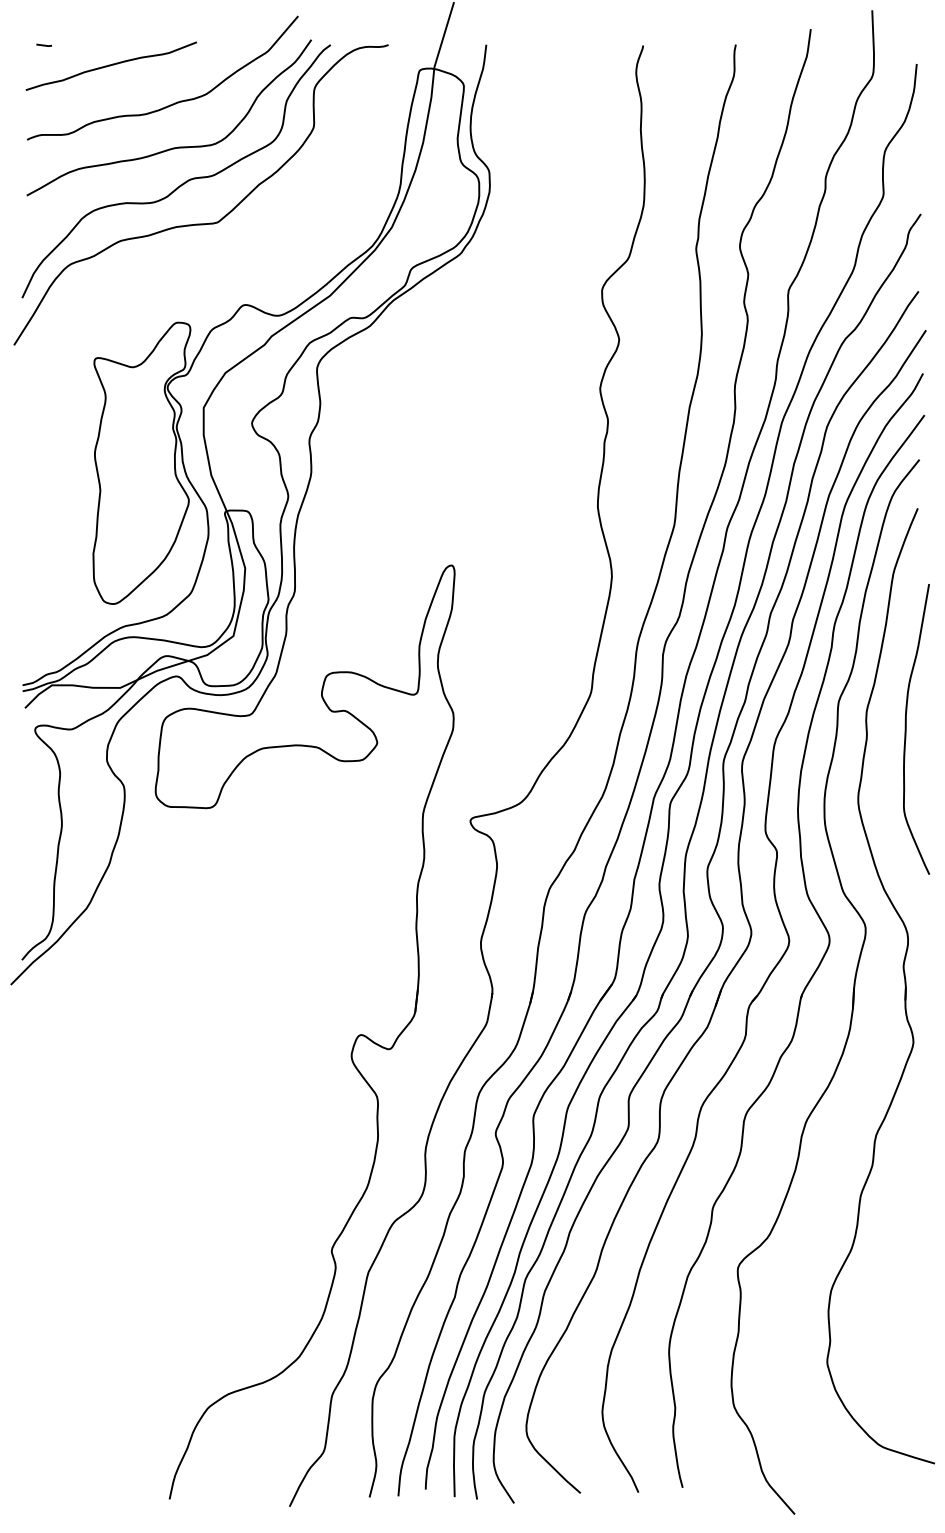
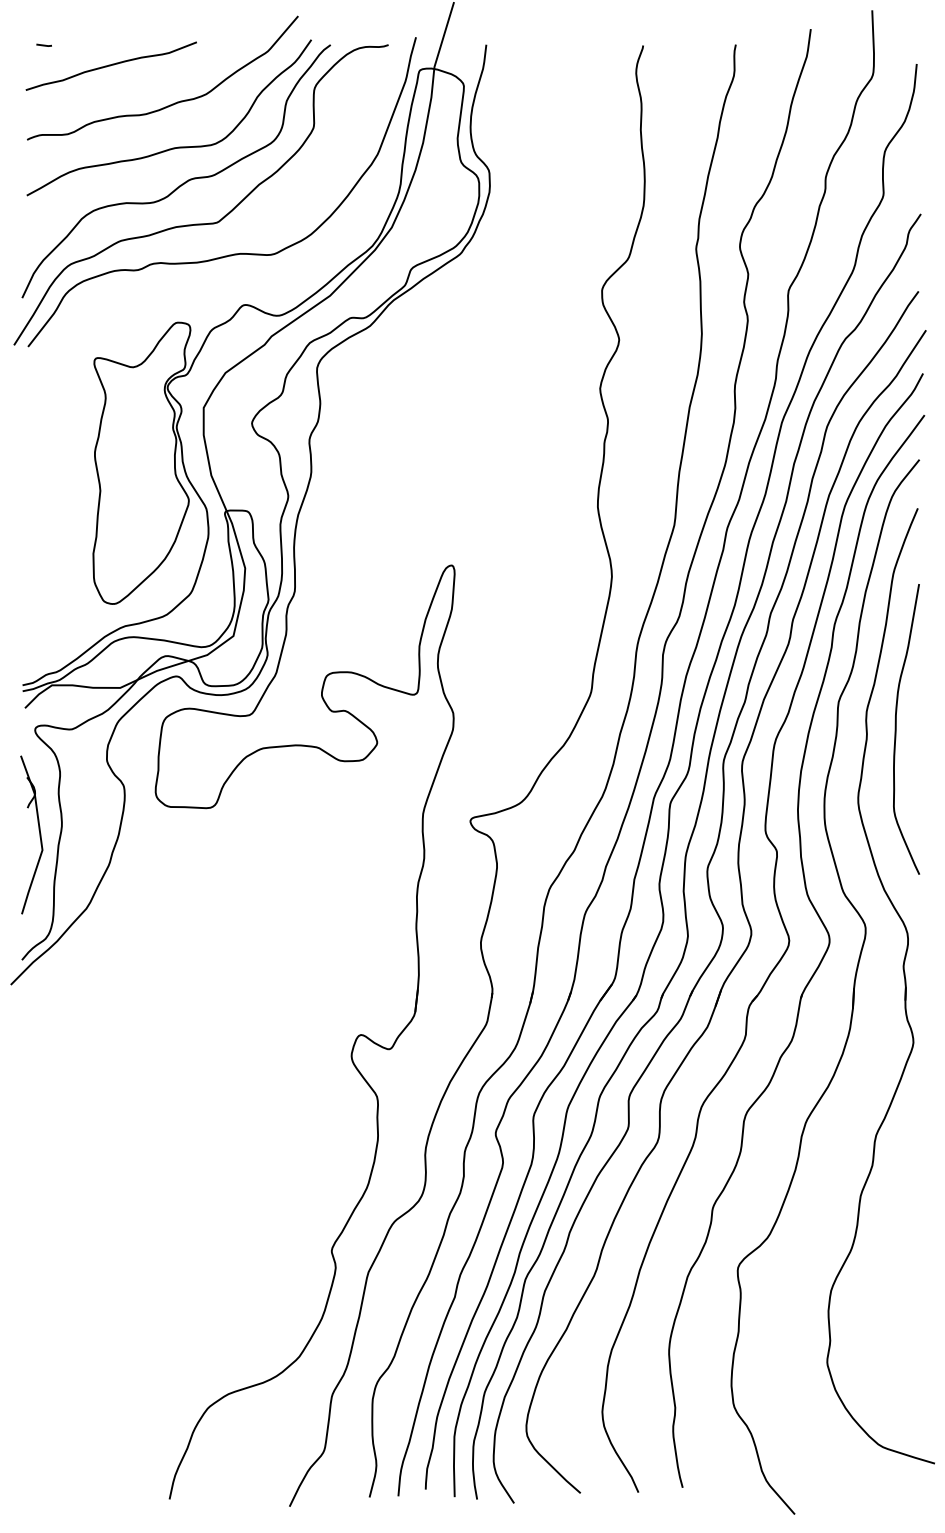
curve at (234, 253): none -> present
curve at (906, 729) position: (906, 729) -> (896, 729)
part at (39, 834): none -> present
